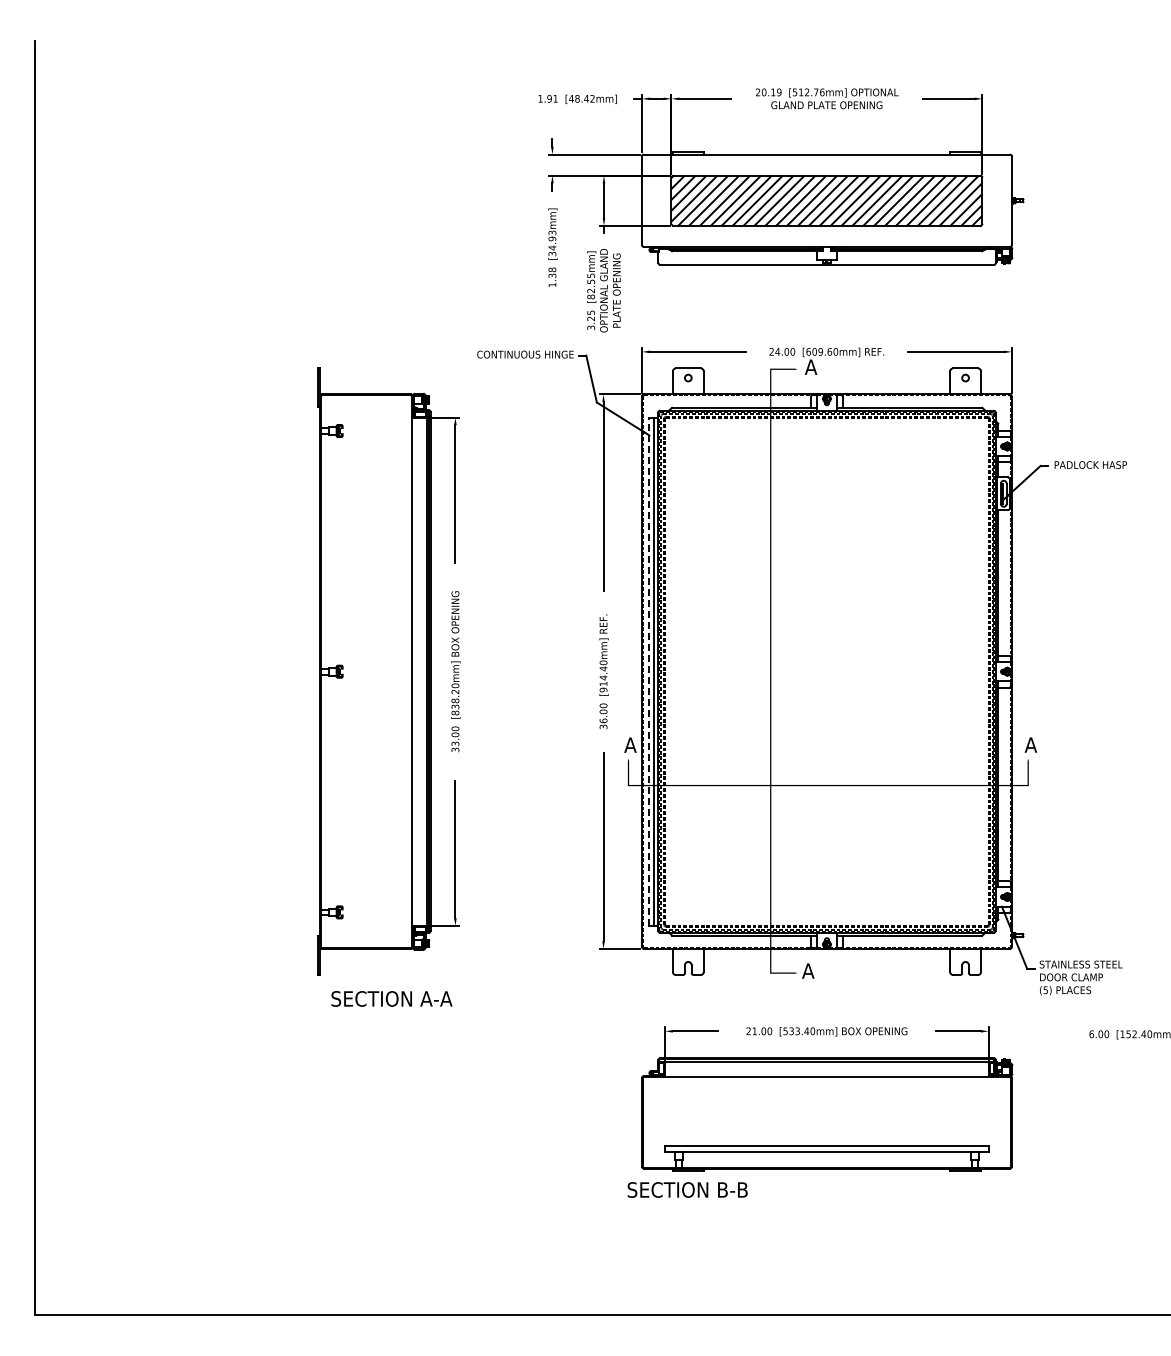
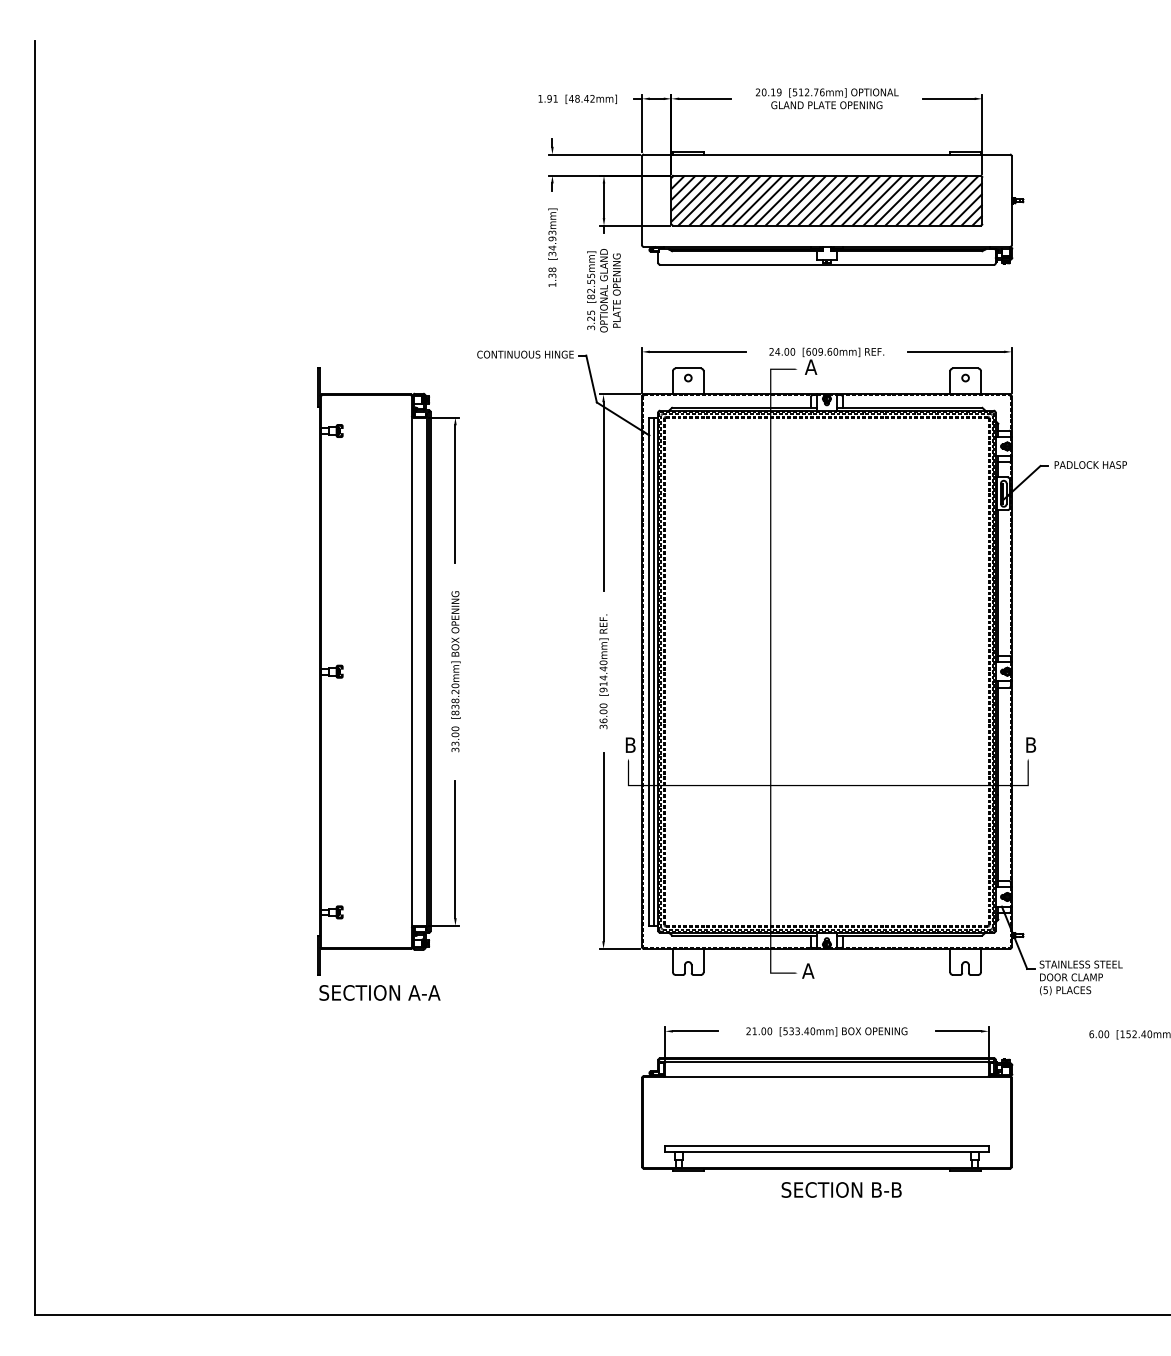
line at (649, 671): dashed -> solid
text at (630, 744): A -> B
text at (1030, 744): A -> B
text at (391, 998) position: (391, 998) -> (379, 992)
text at (687, 1189) position: (687, 1189) -> (841, 1189)
